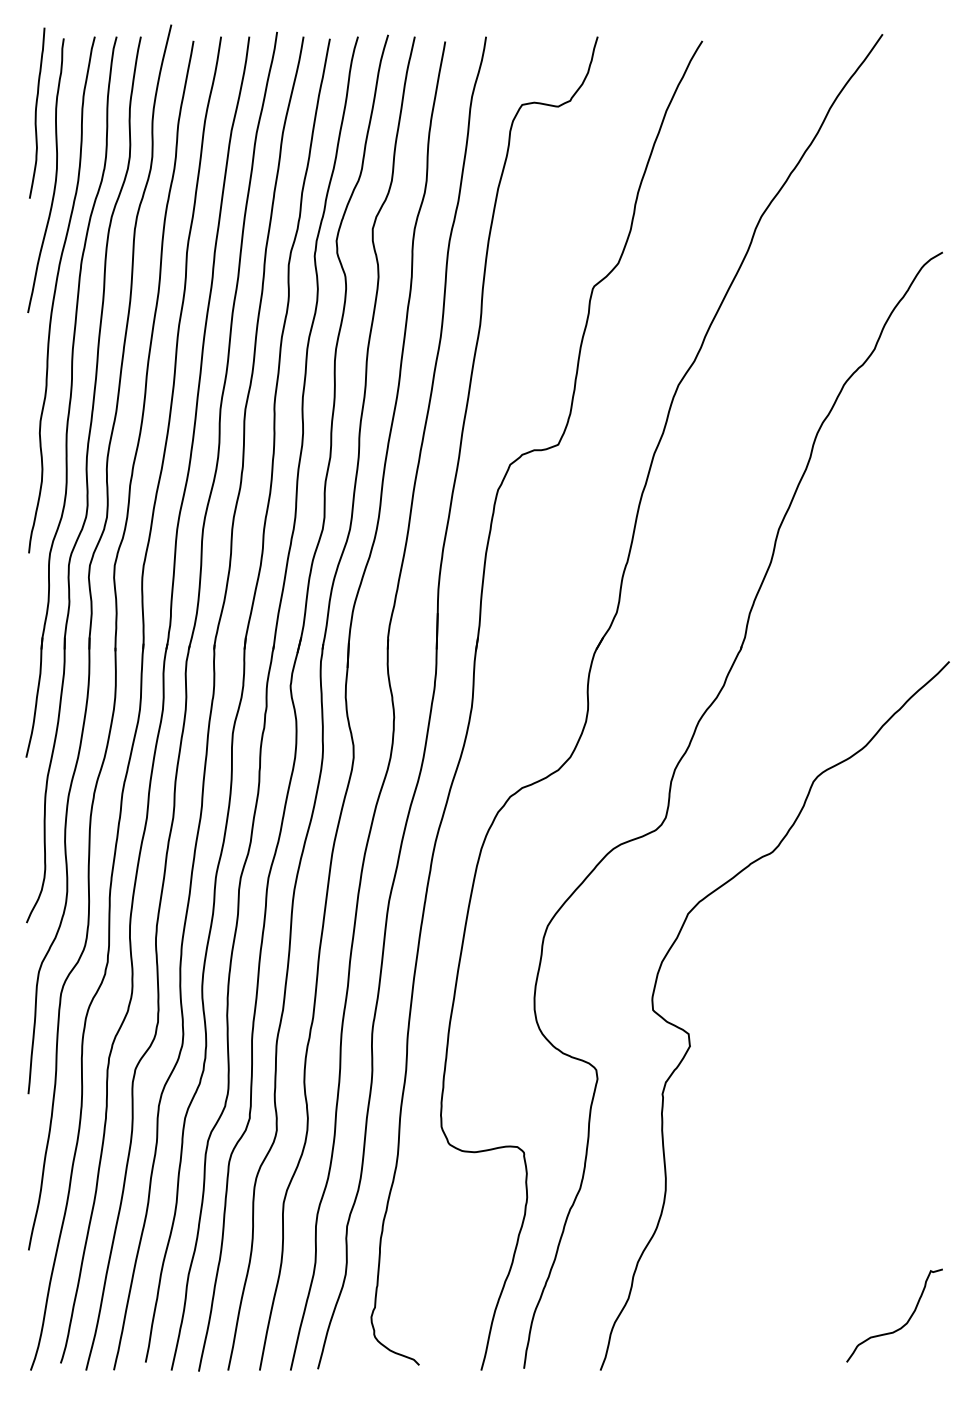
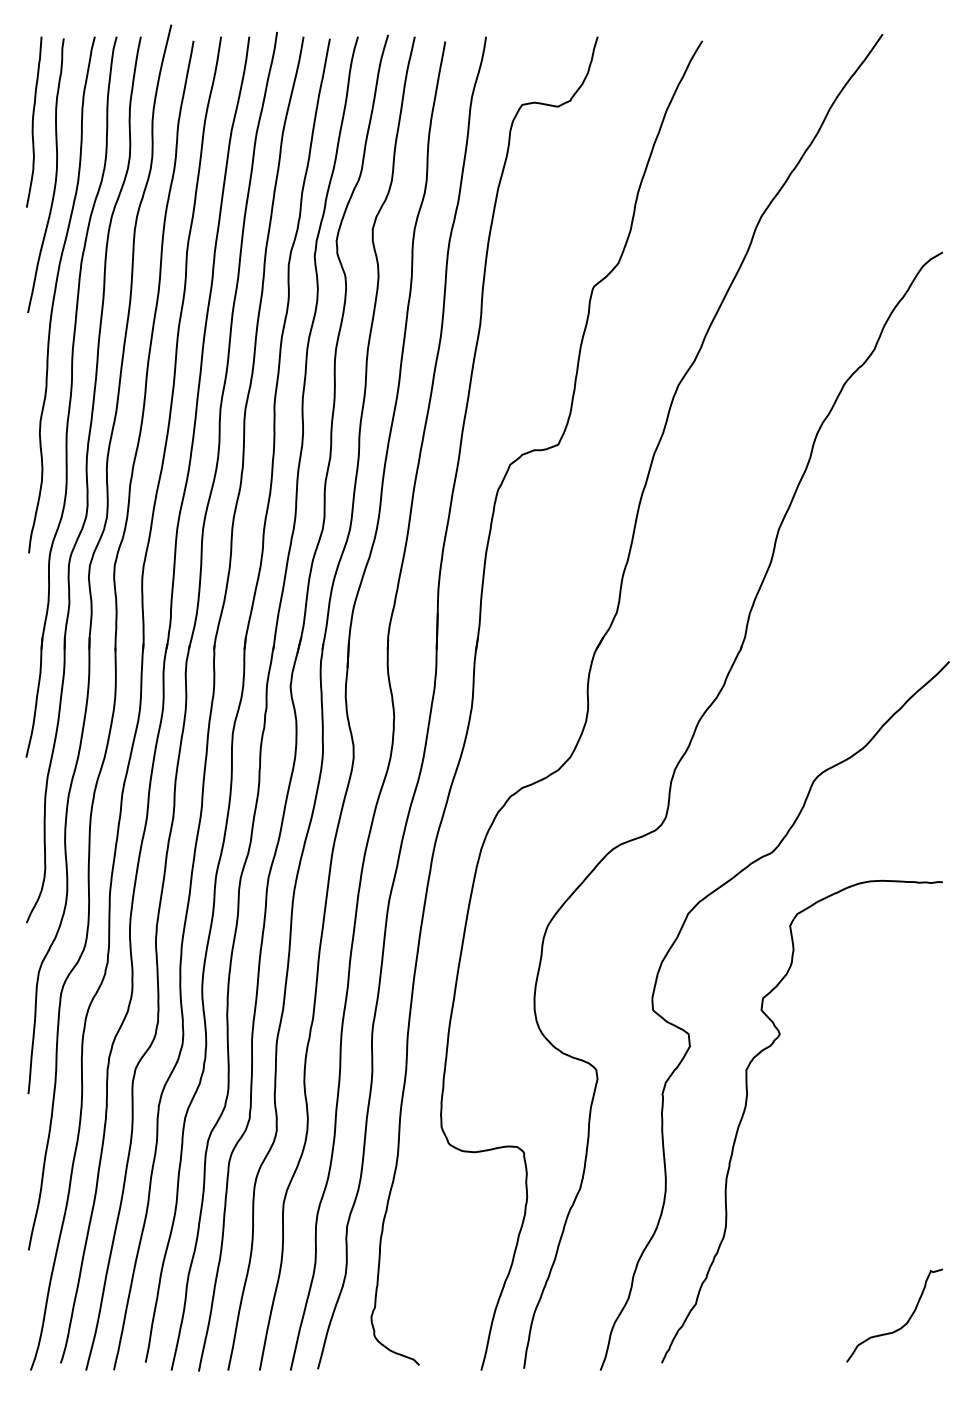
curve at (36, 112) position: (36, 112) -> (33, 121)
curve at (746, 1107): none -> present
